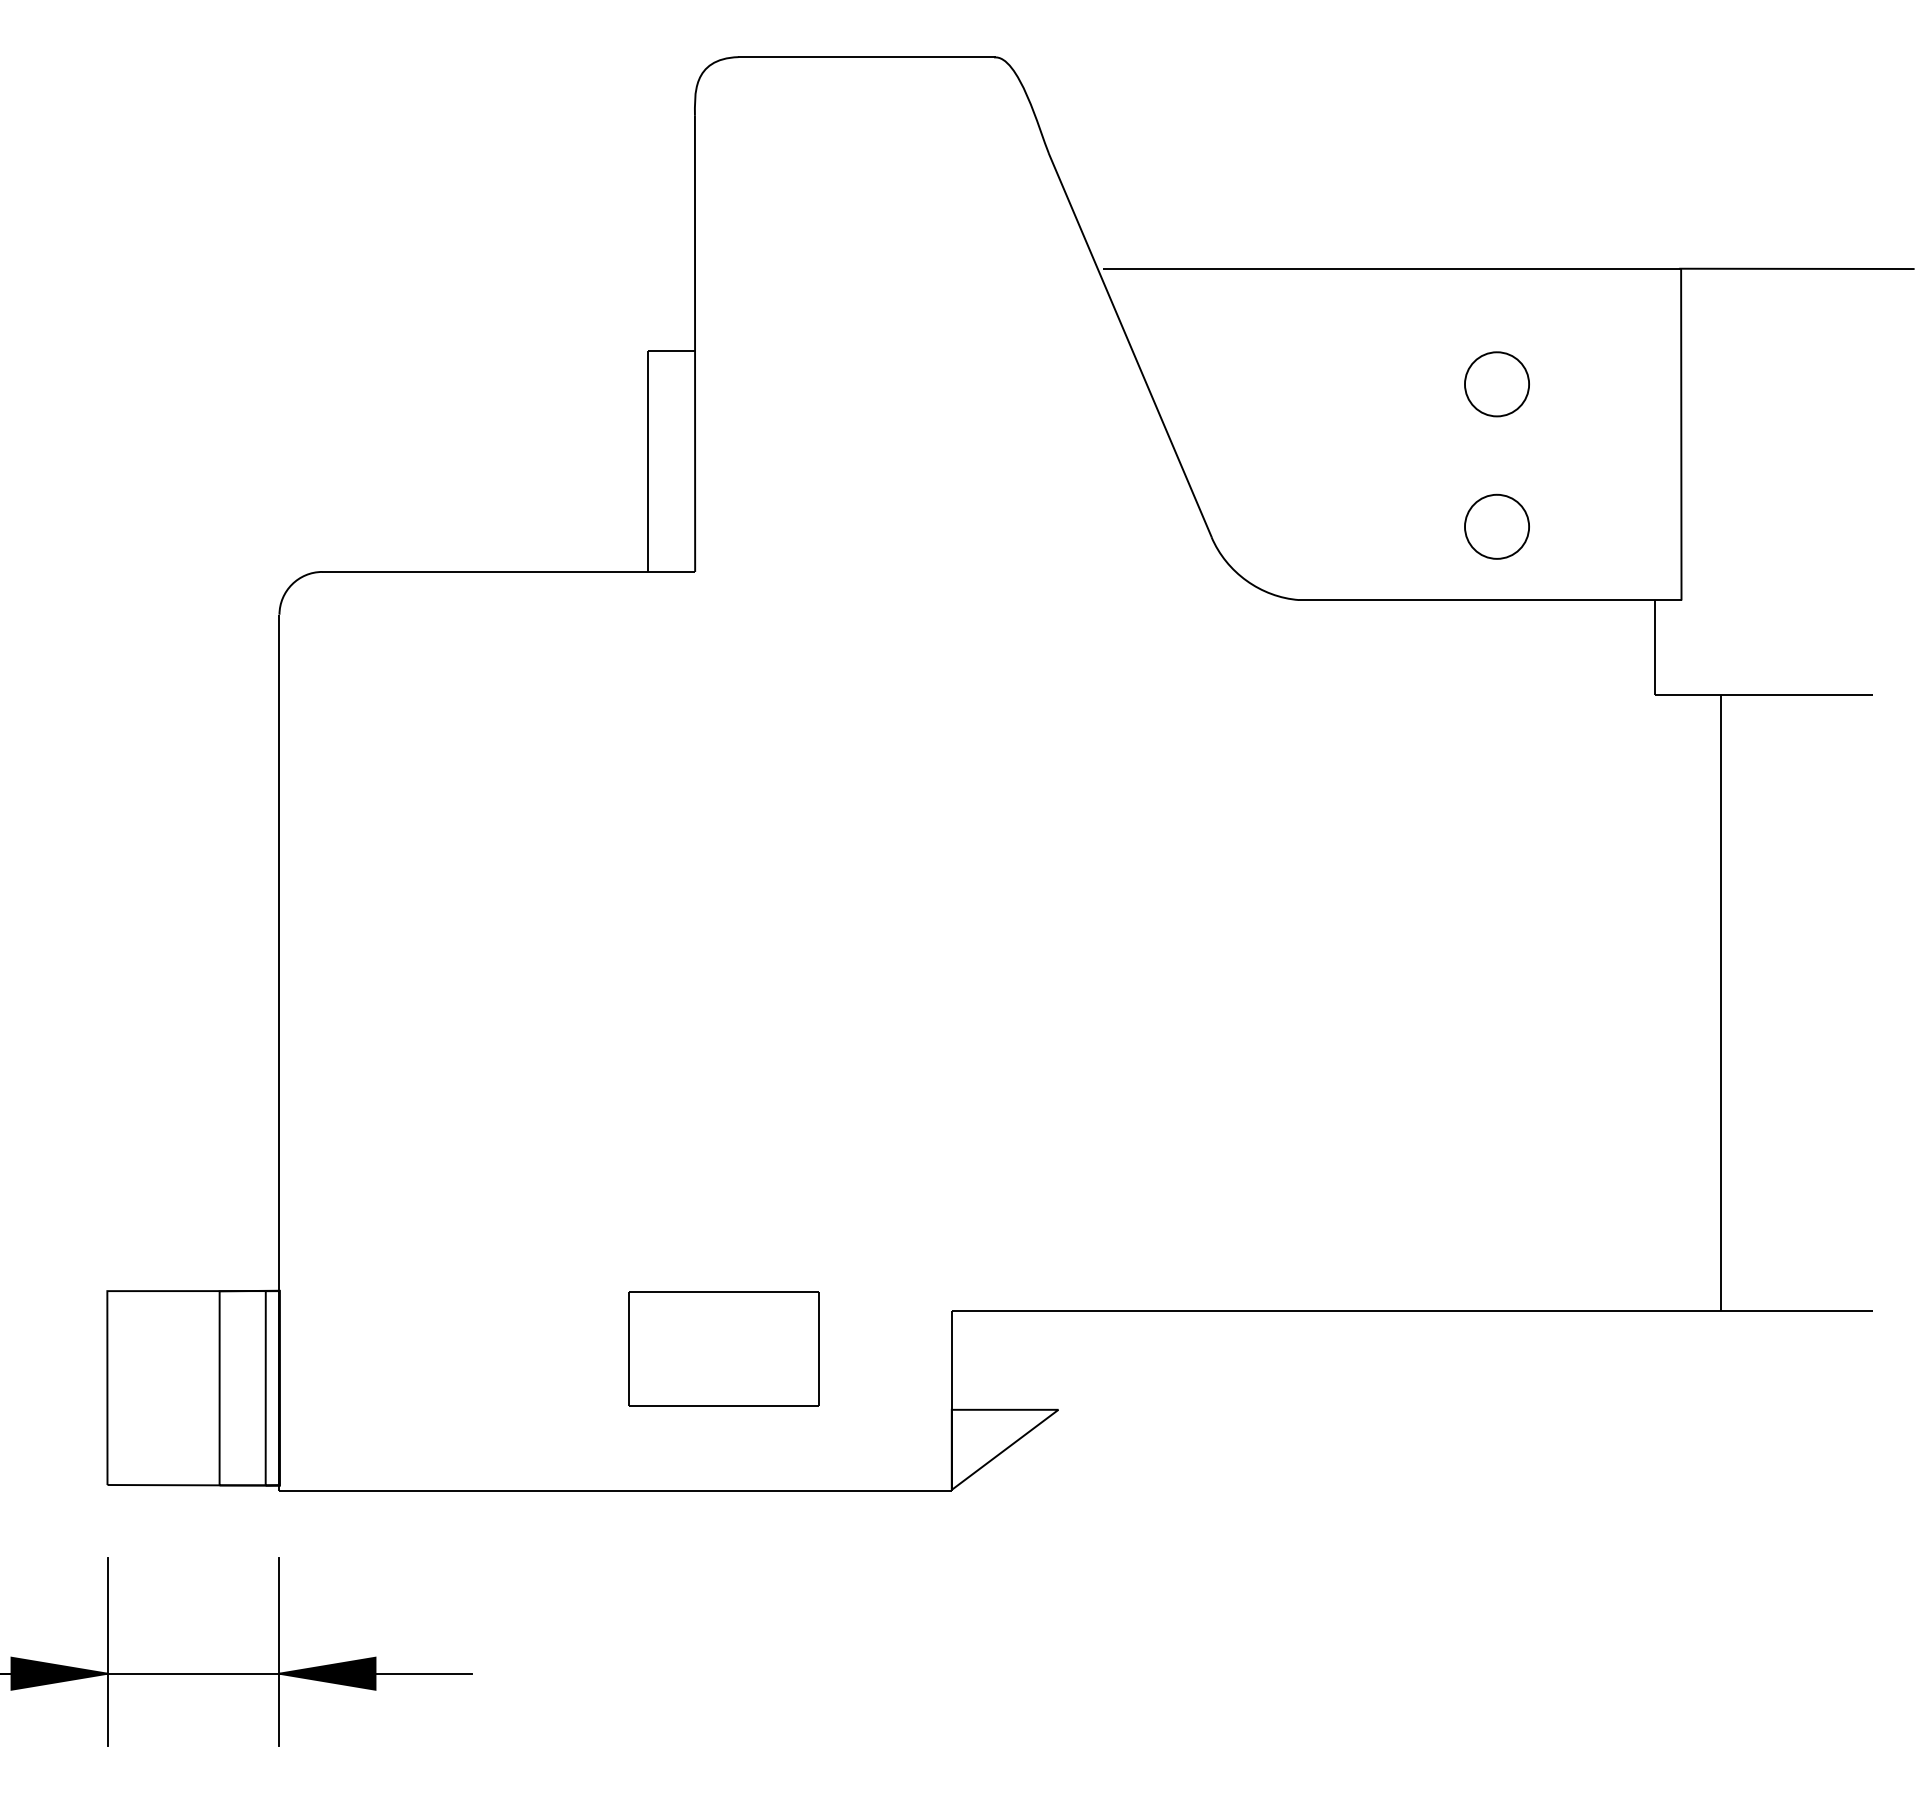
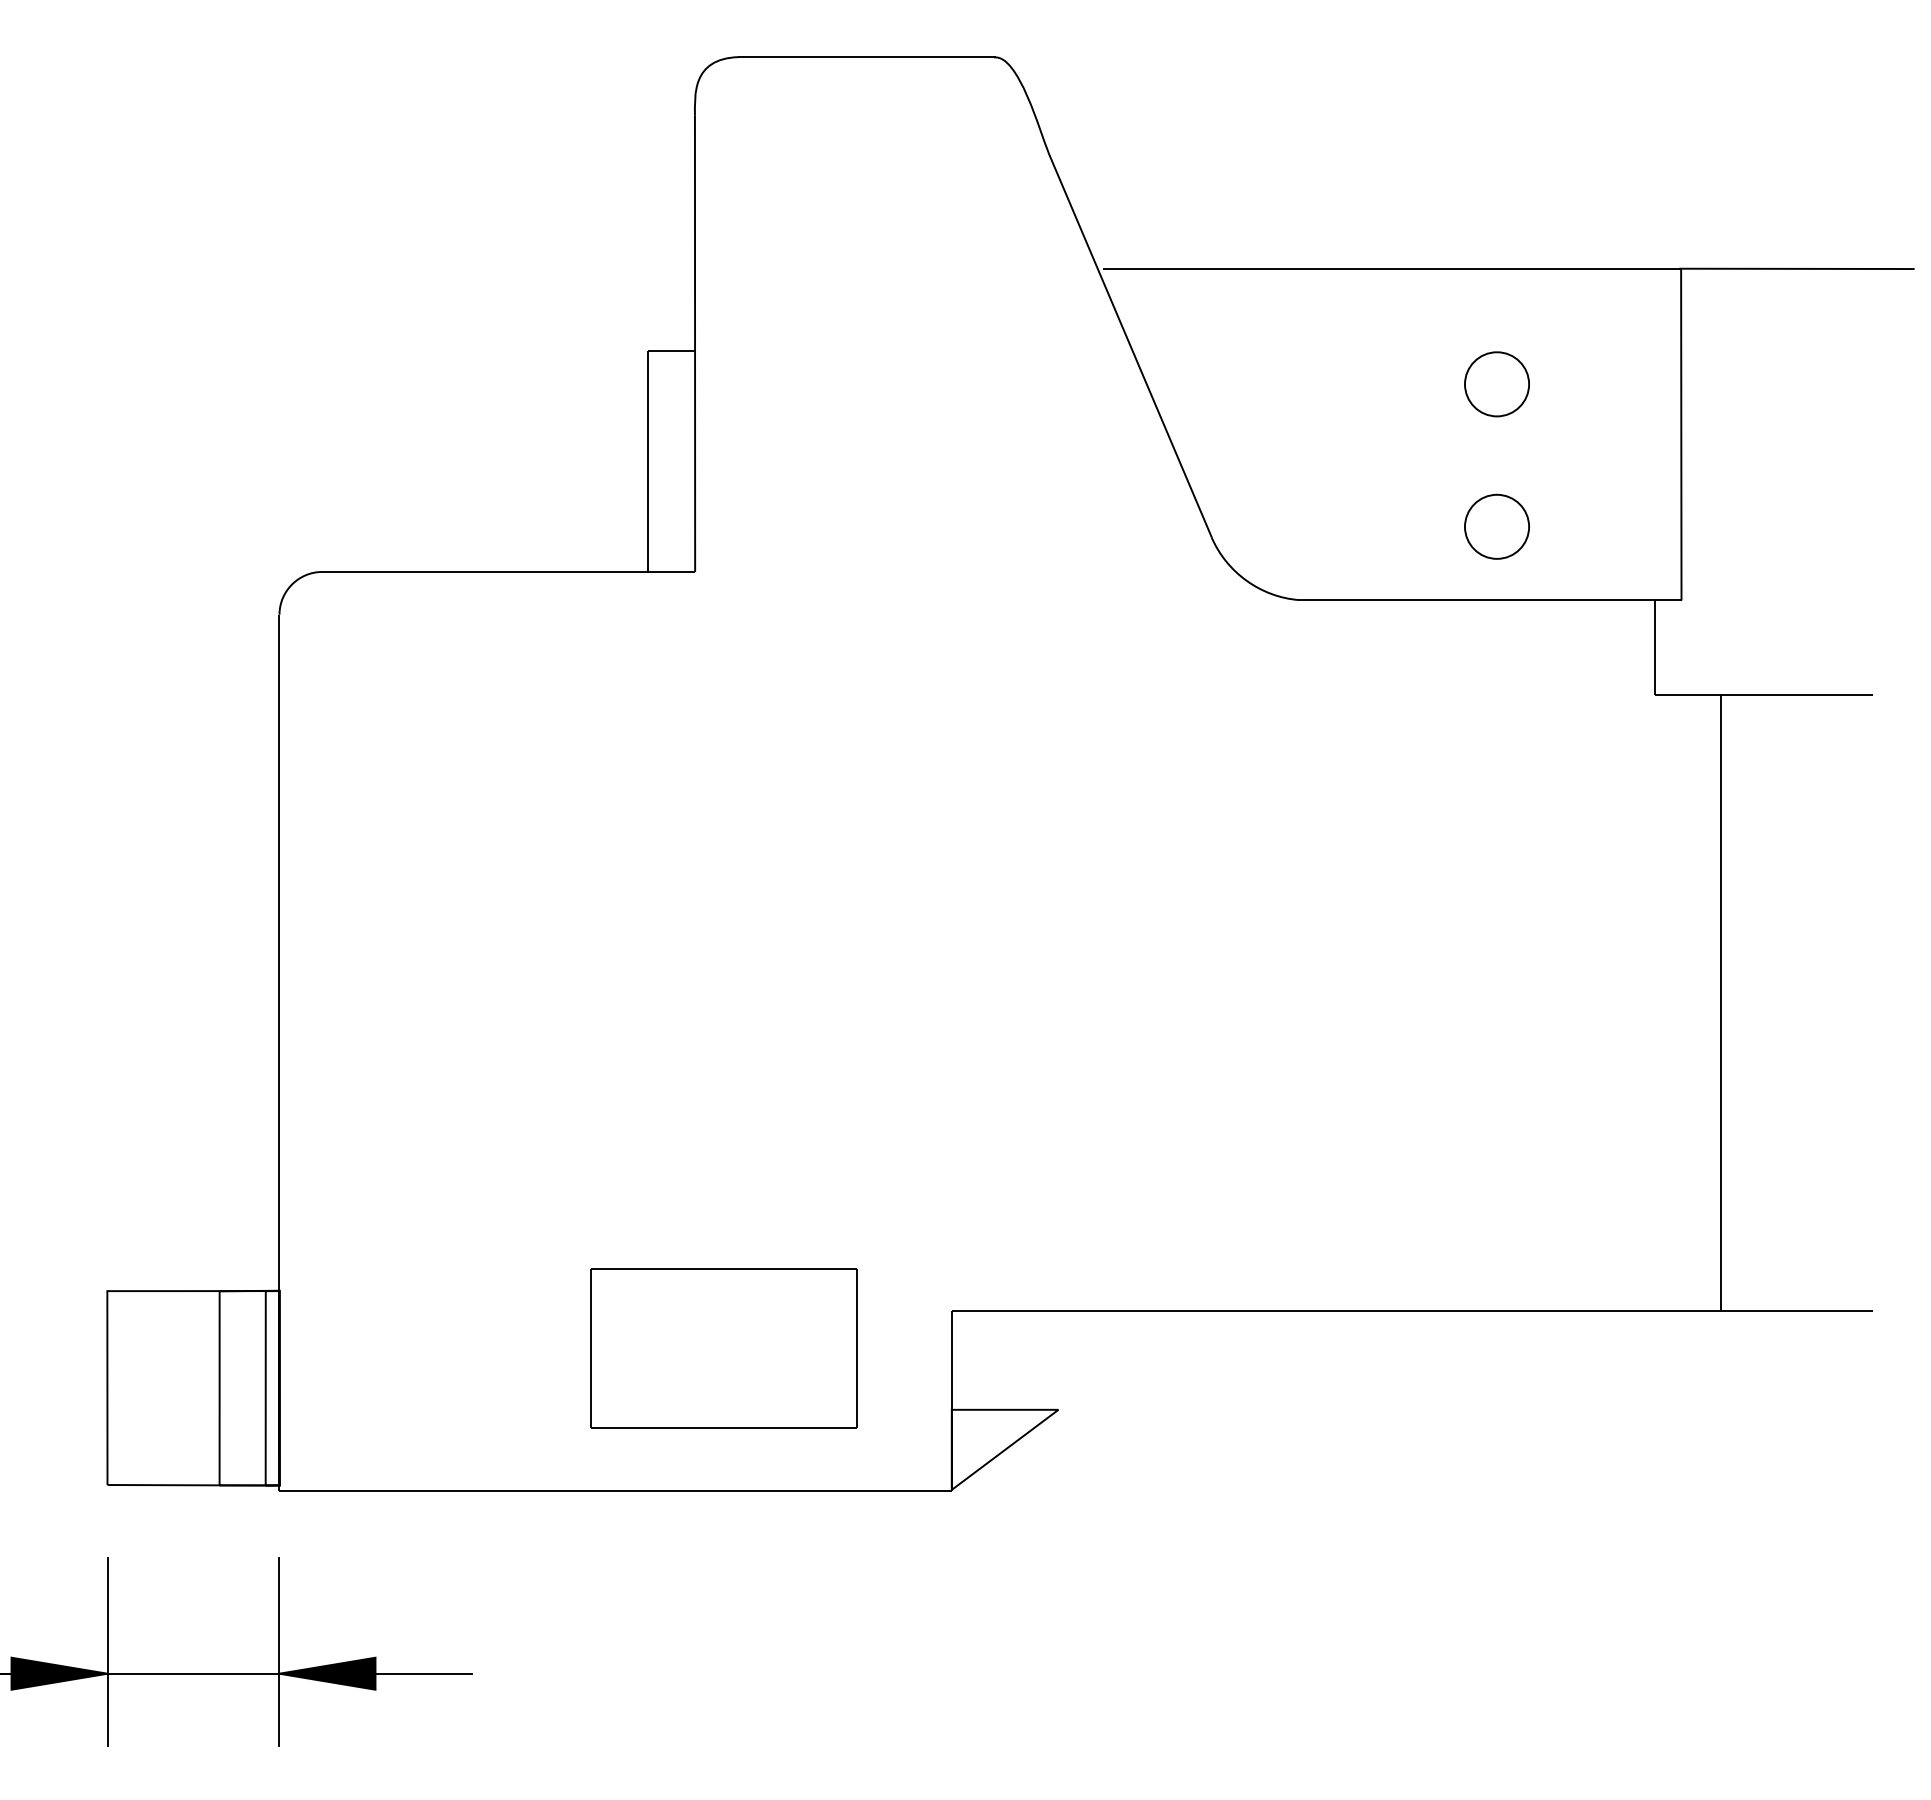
part at (723, 1348) size: 192x116 px -> 268x161 px
